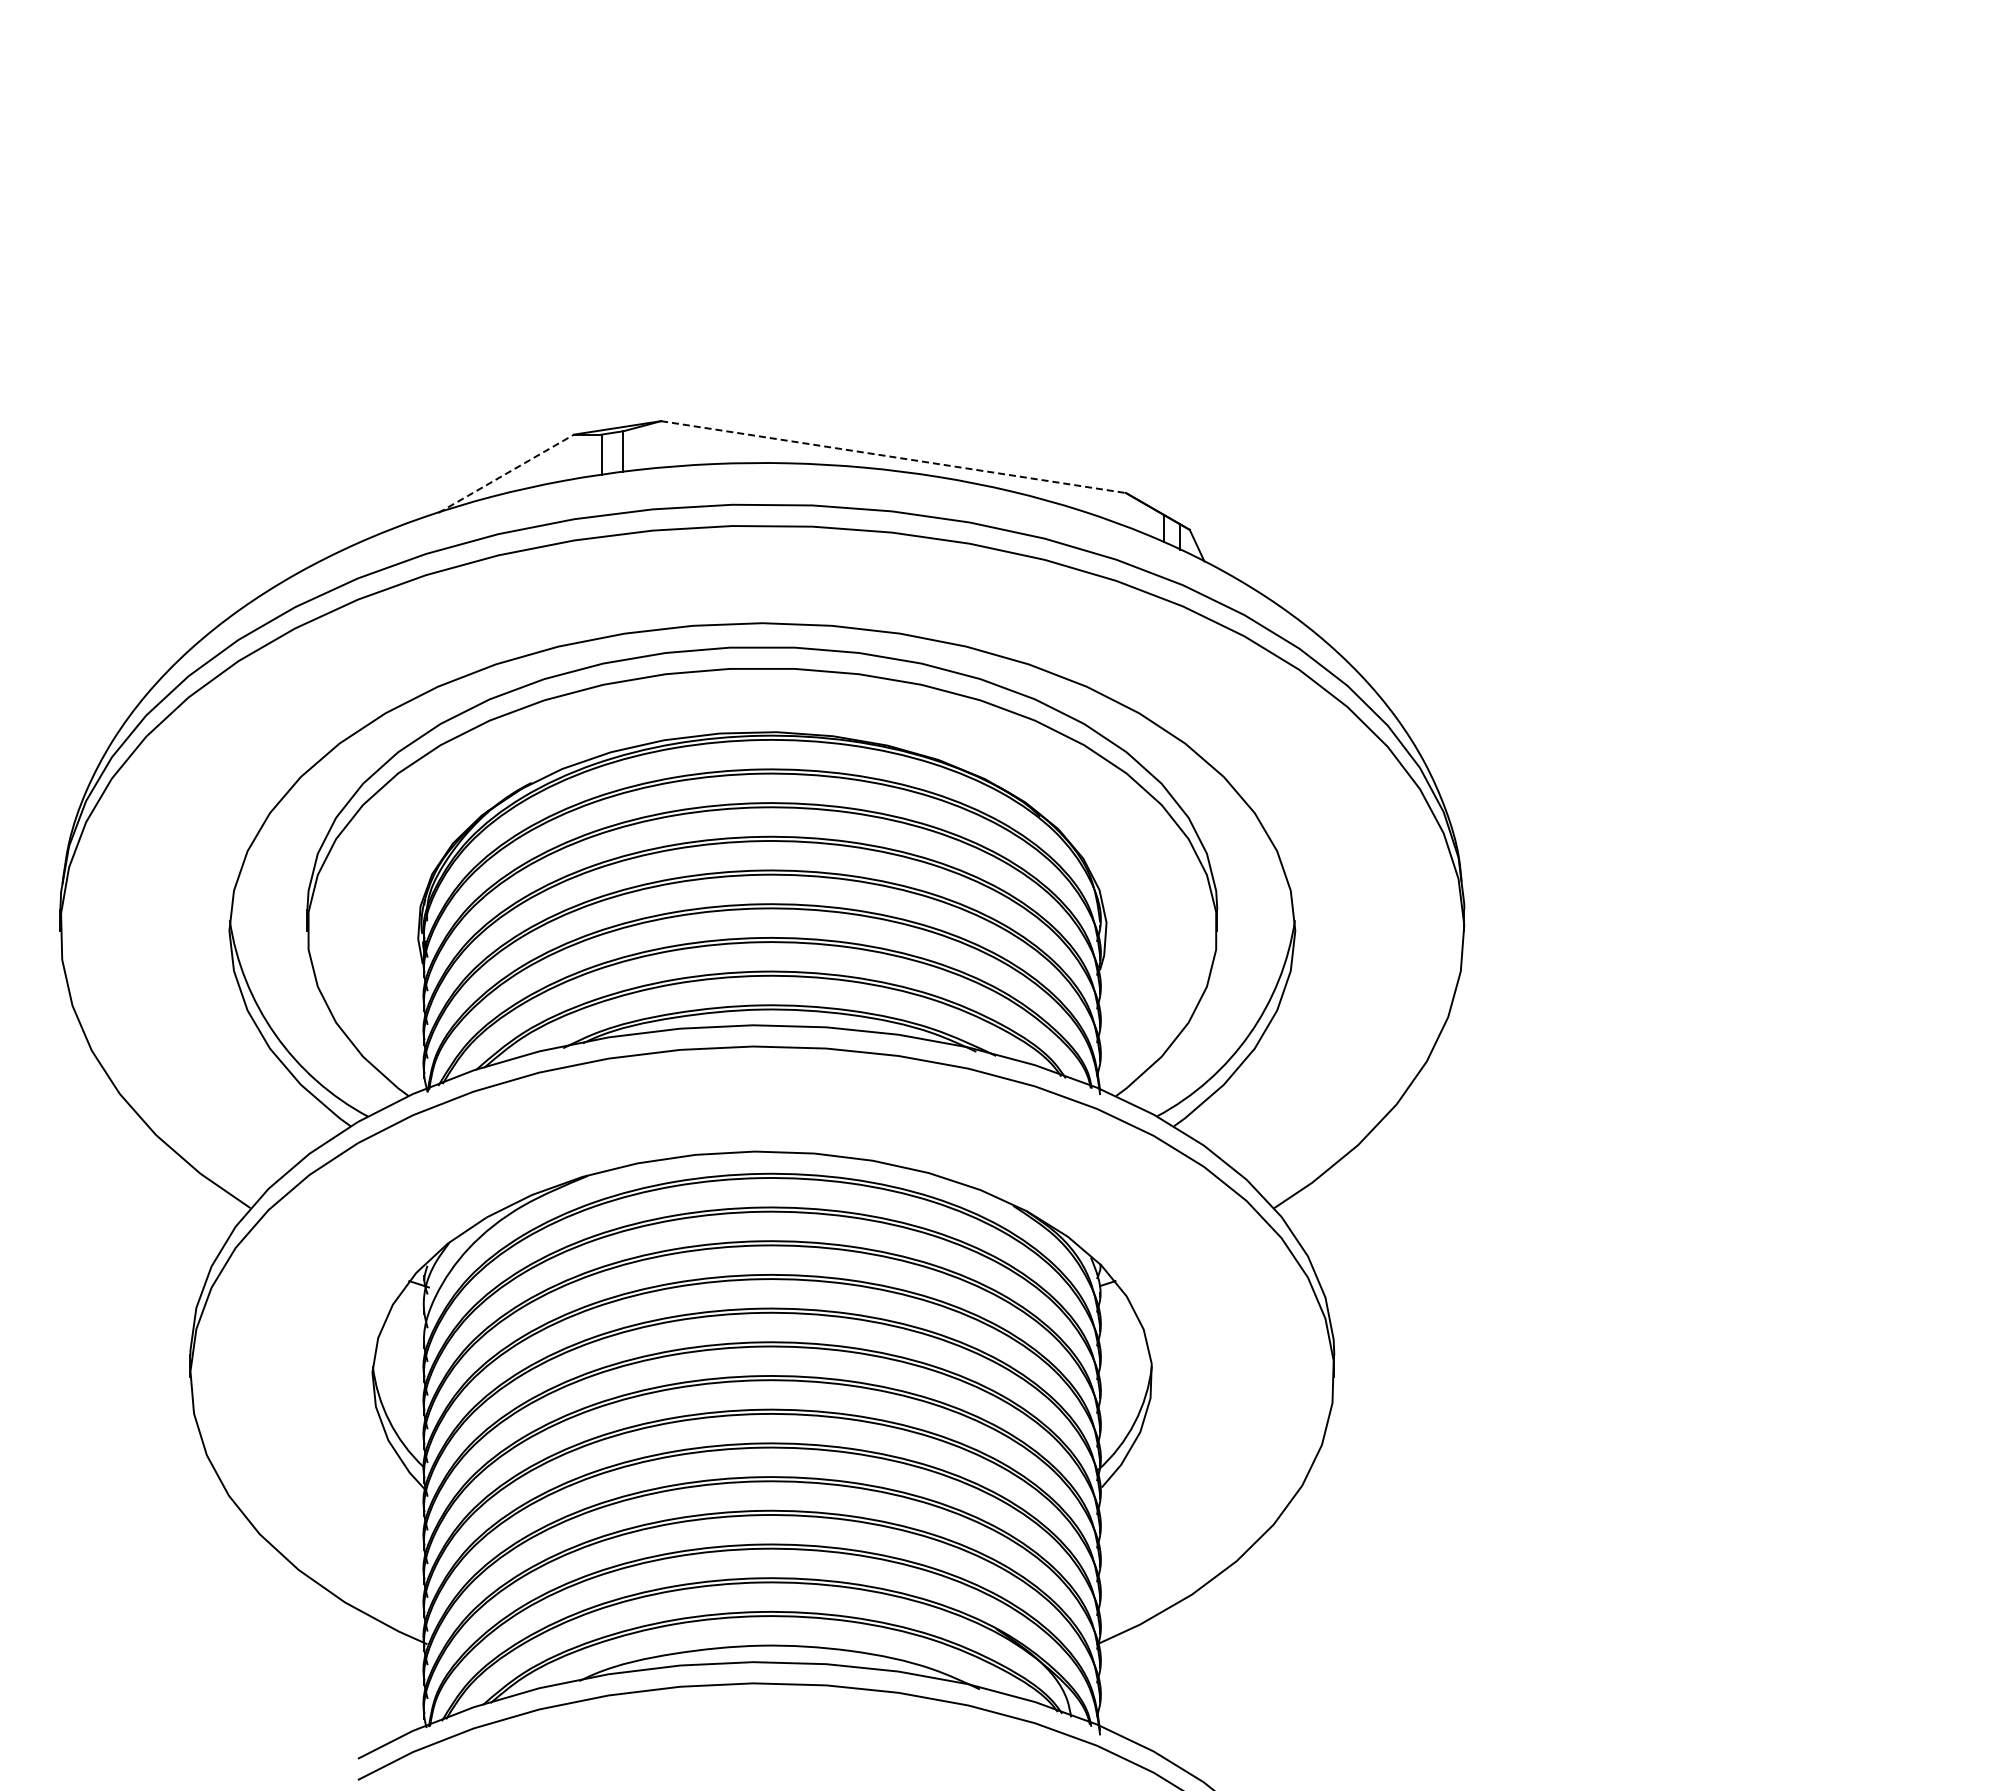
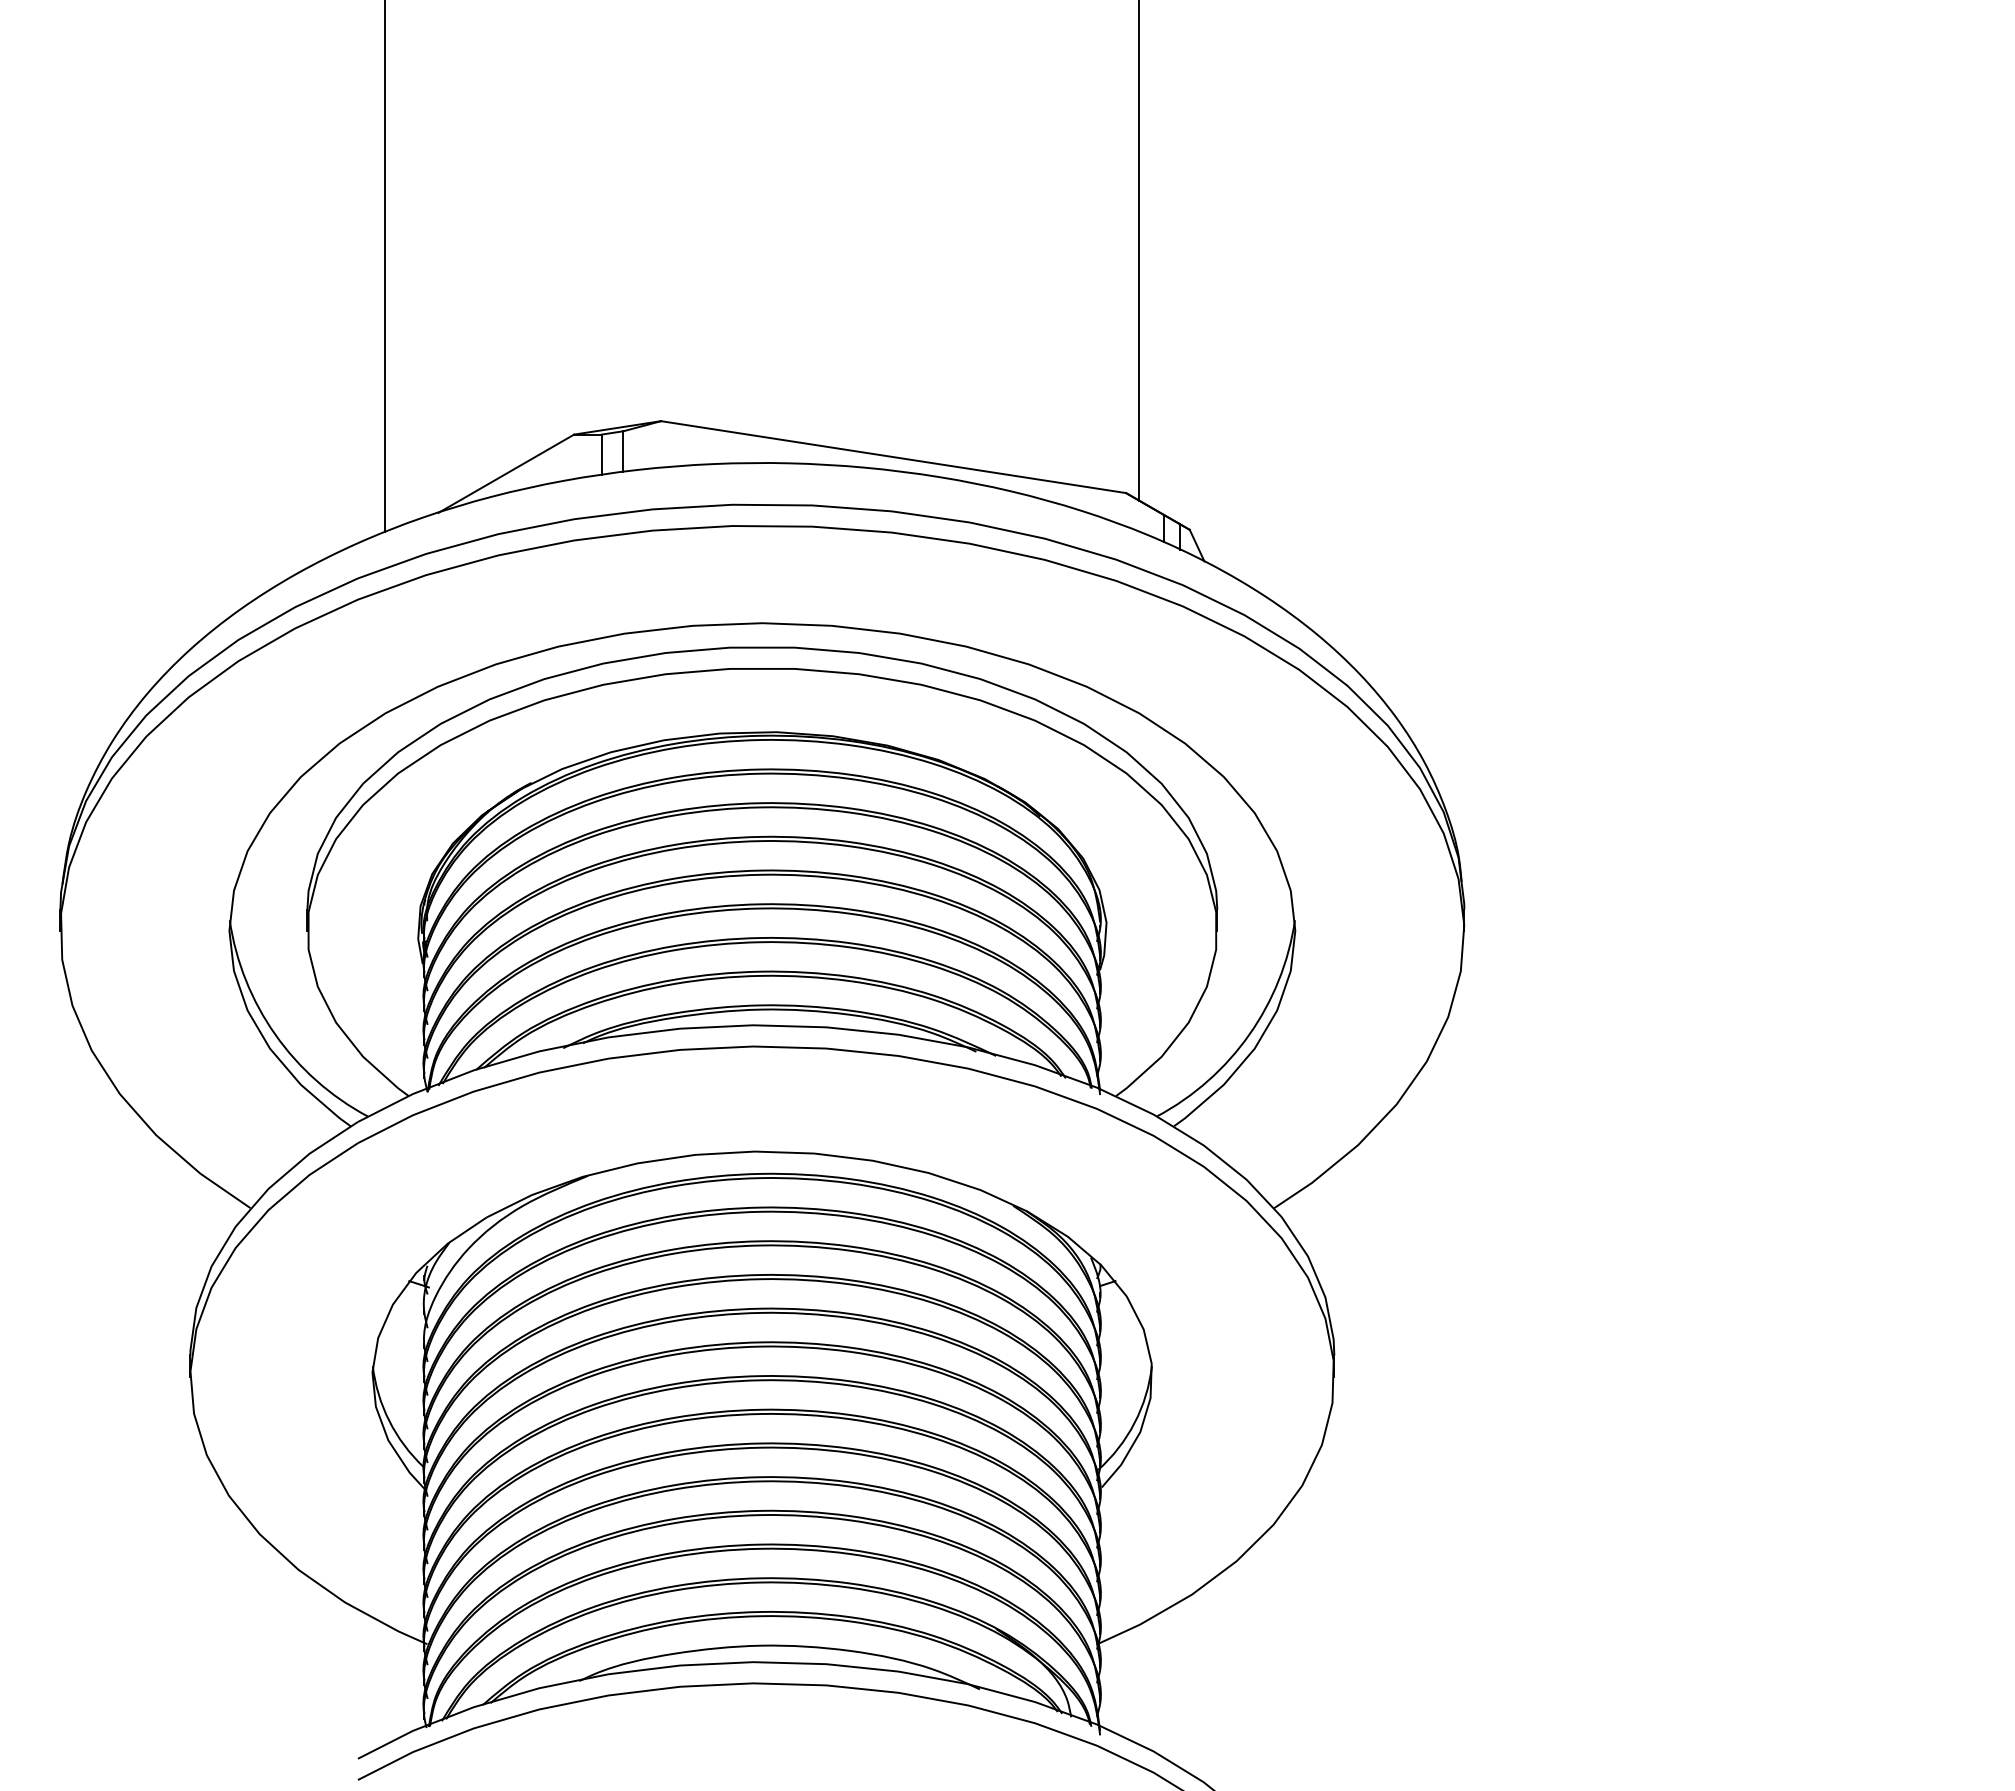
line at (1139, 251): none -> present
line at (385, 267): none -> present
line at (894, 457): dashed -> solid
line at (506, 473): dashed -> solid
